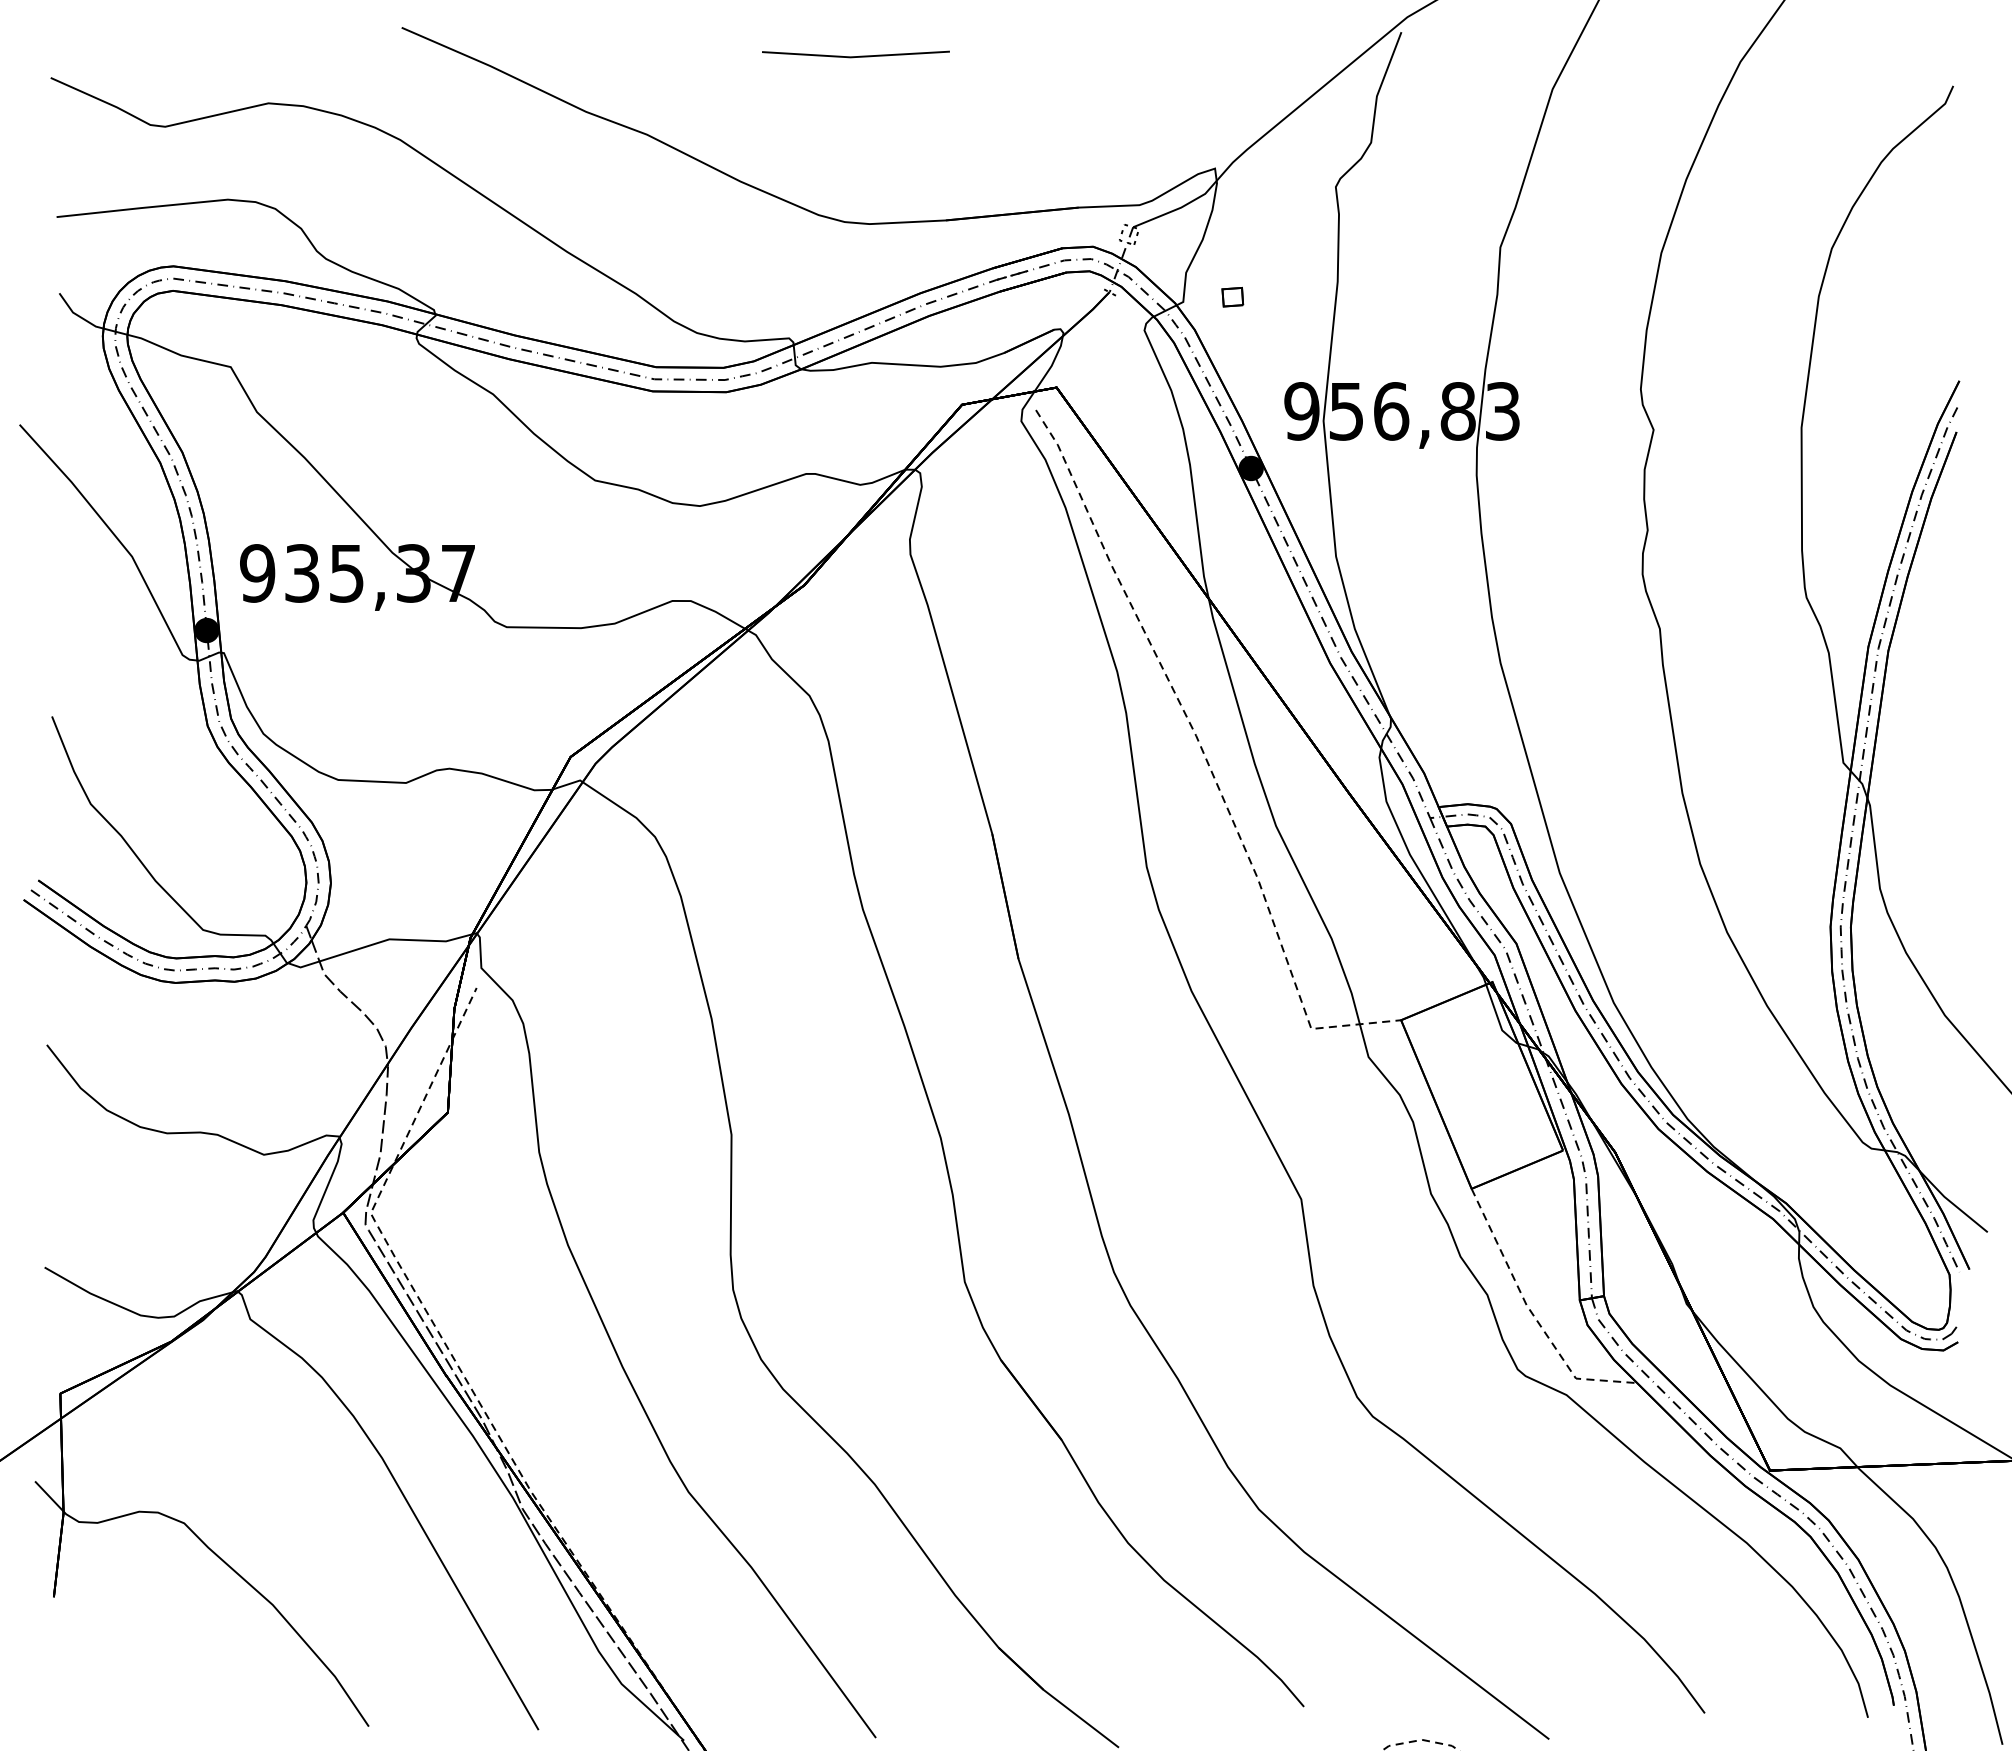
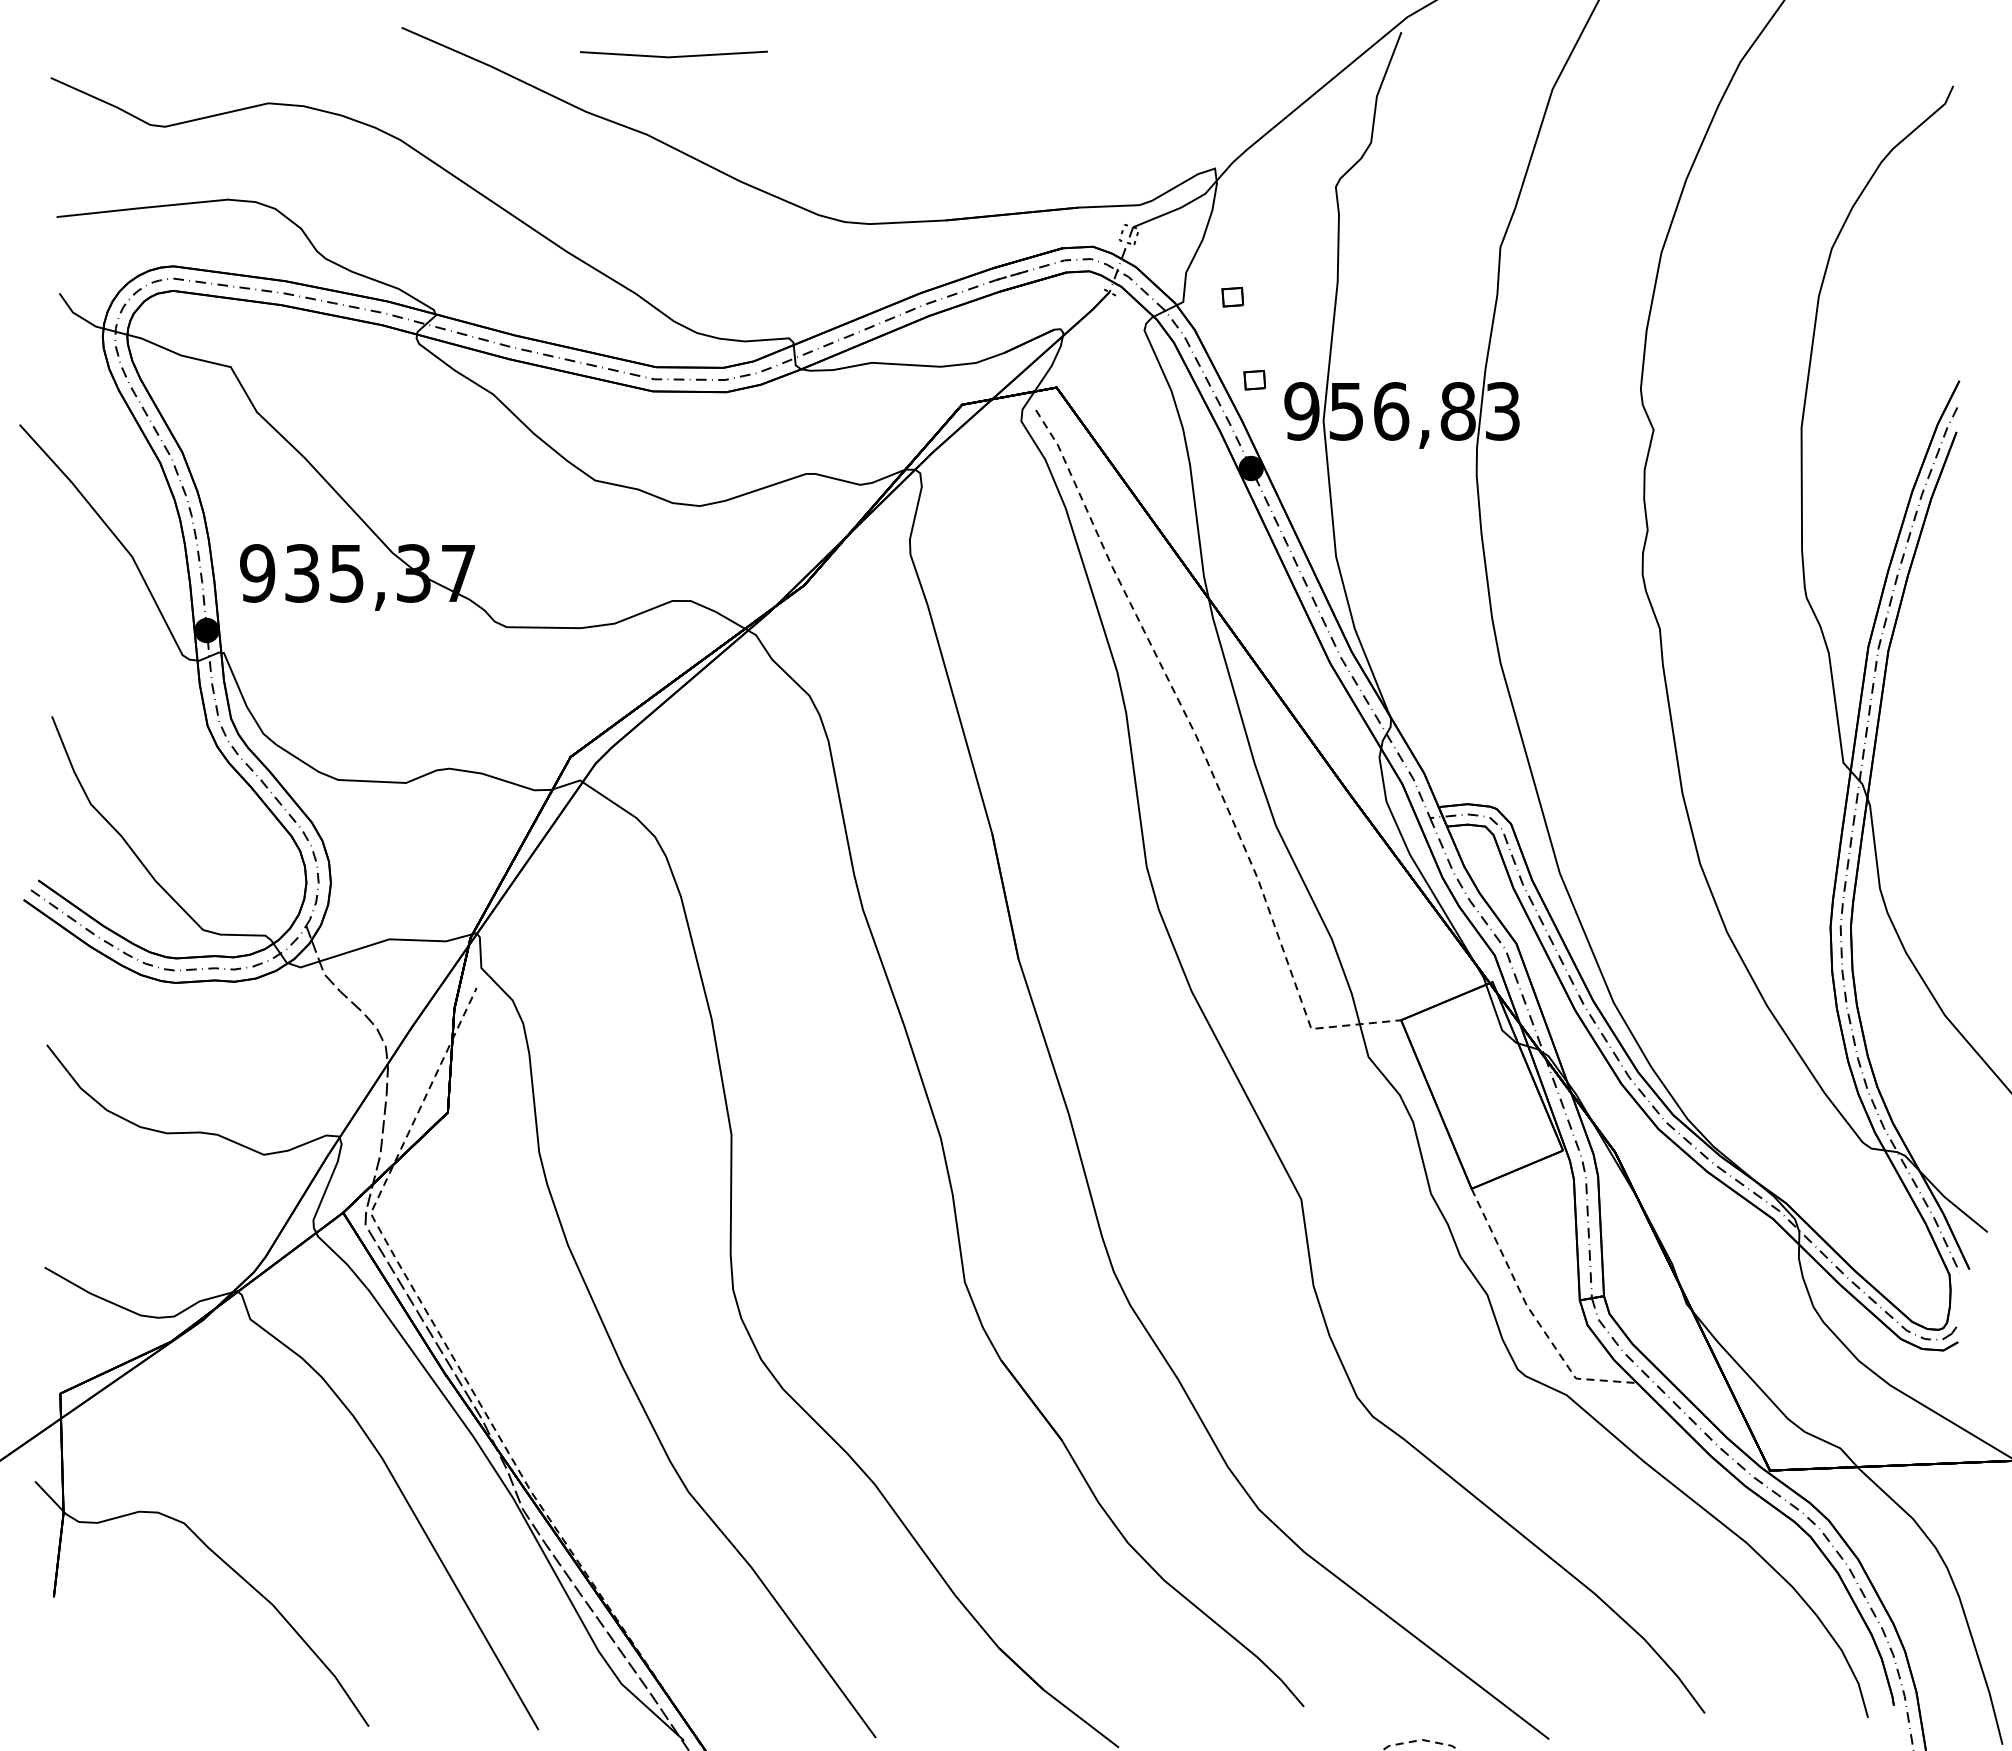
line at (855, 56) position: (855, 56) -> (673, 56)
part at (1254, 380): none -> present
